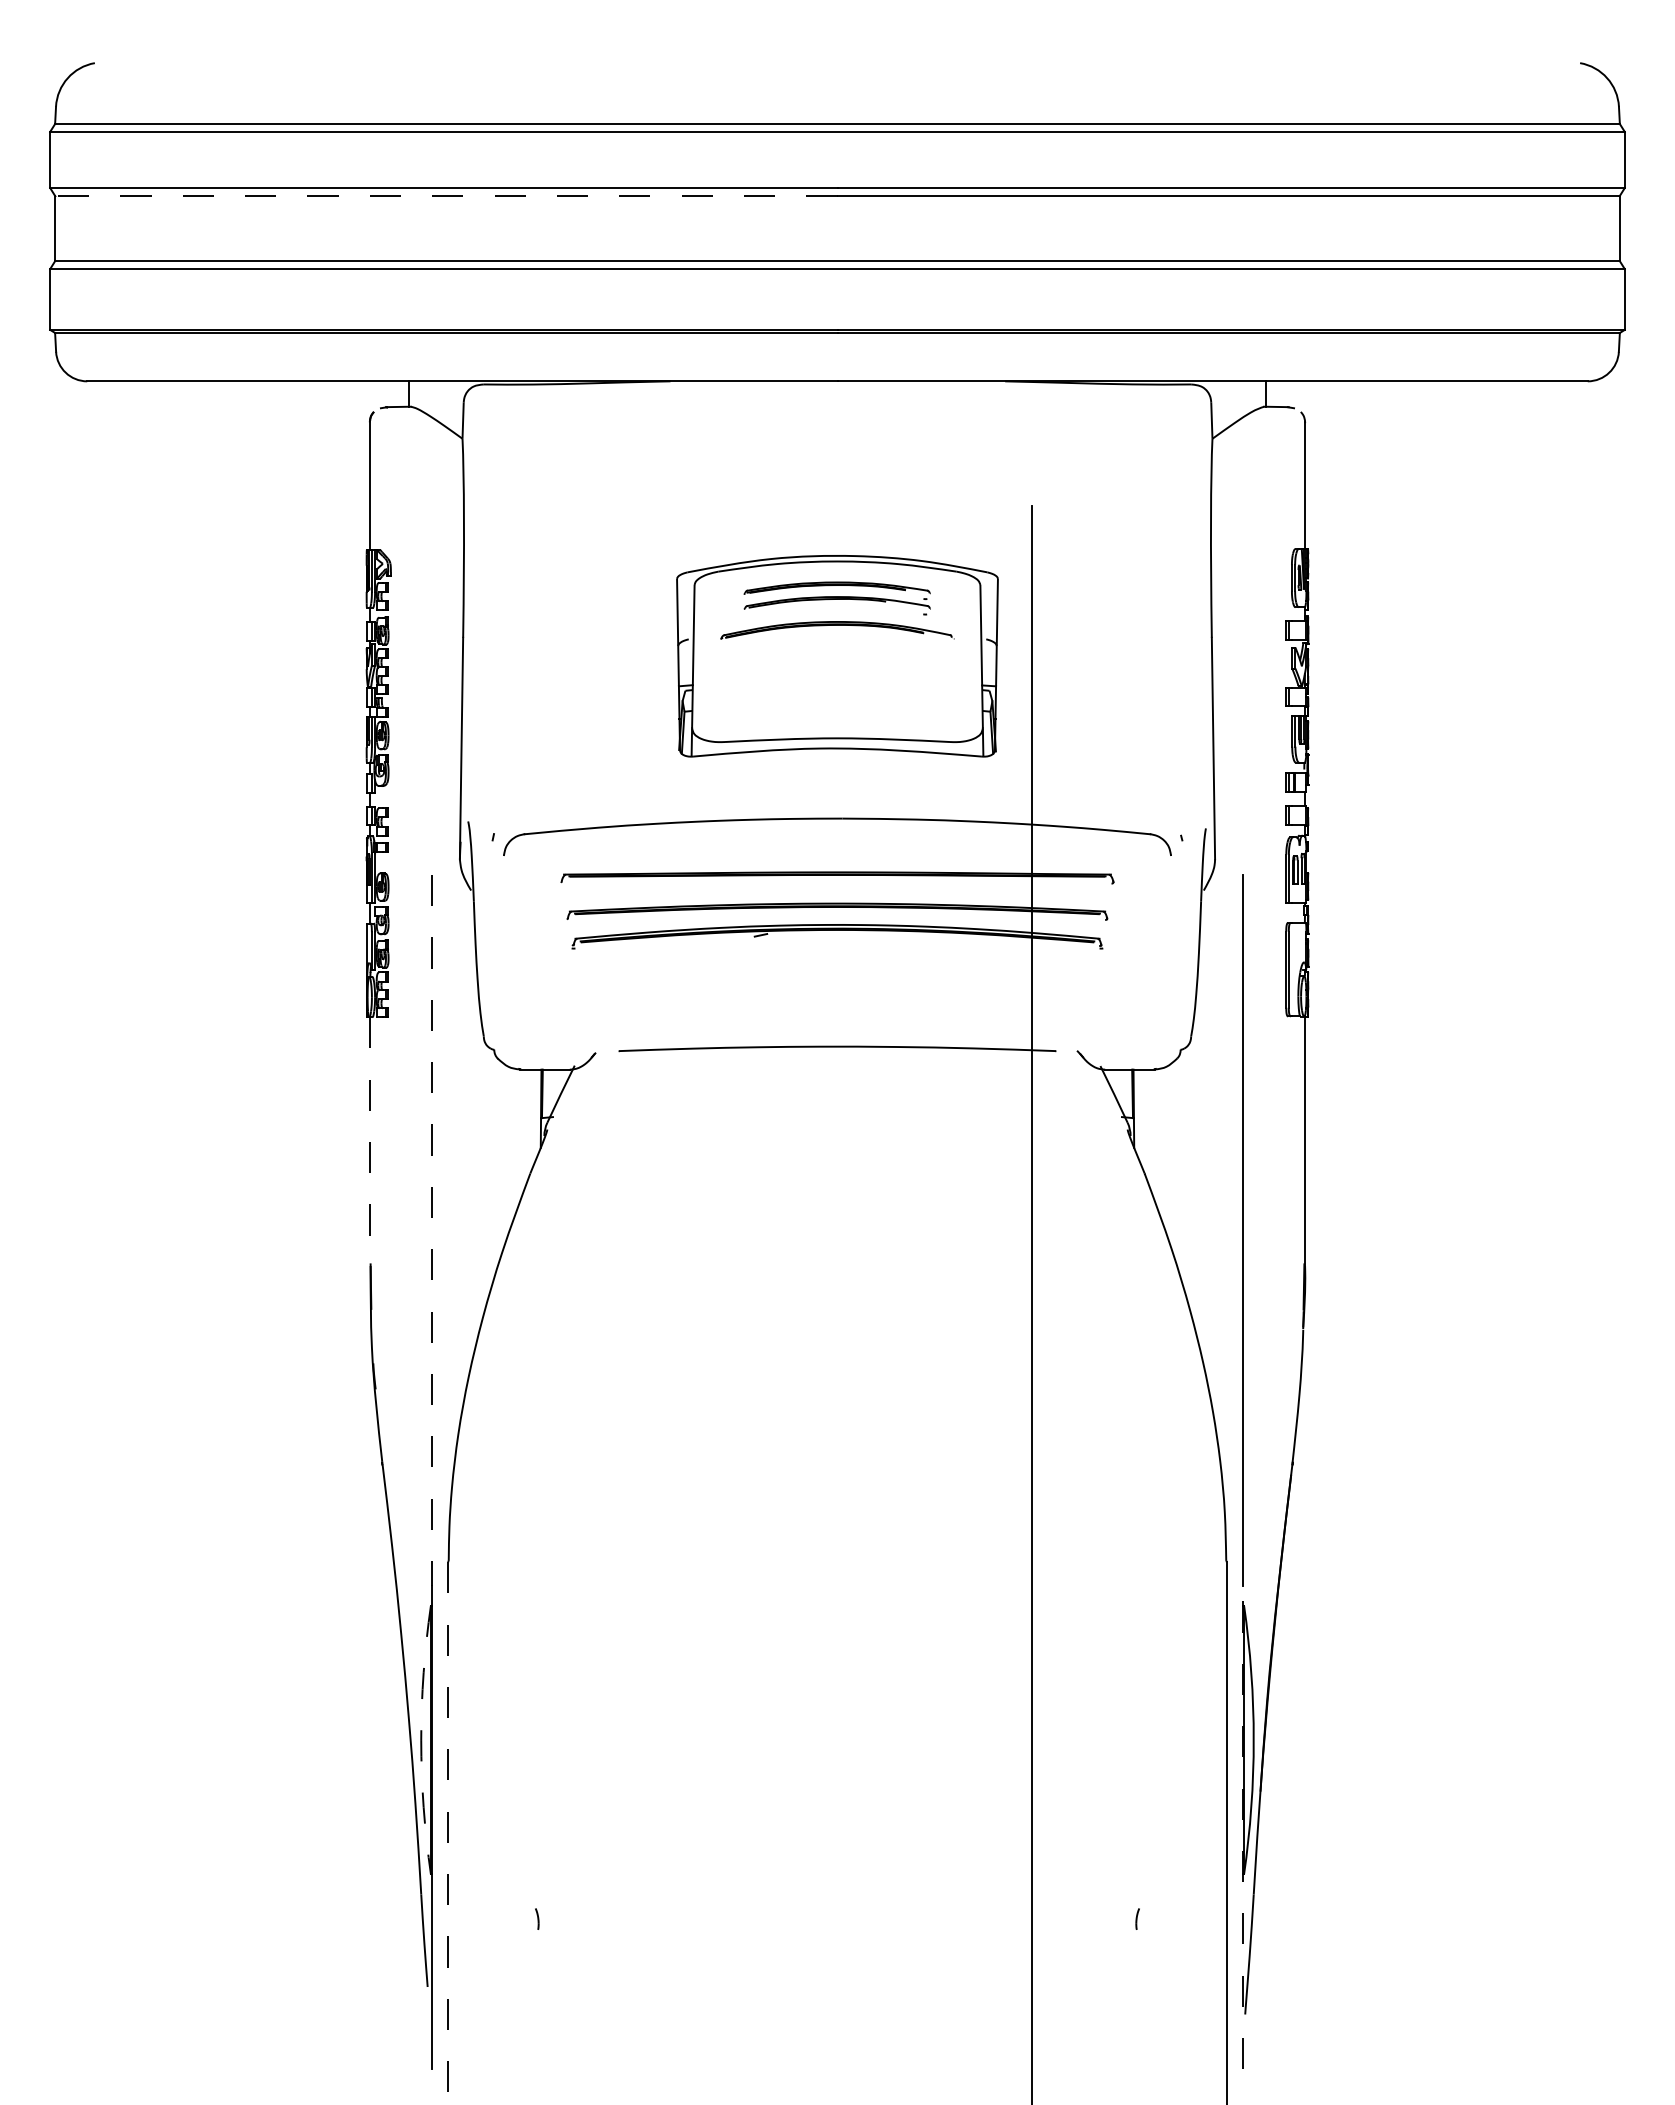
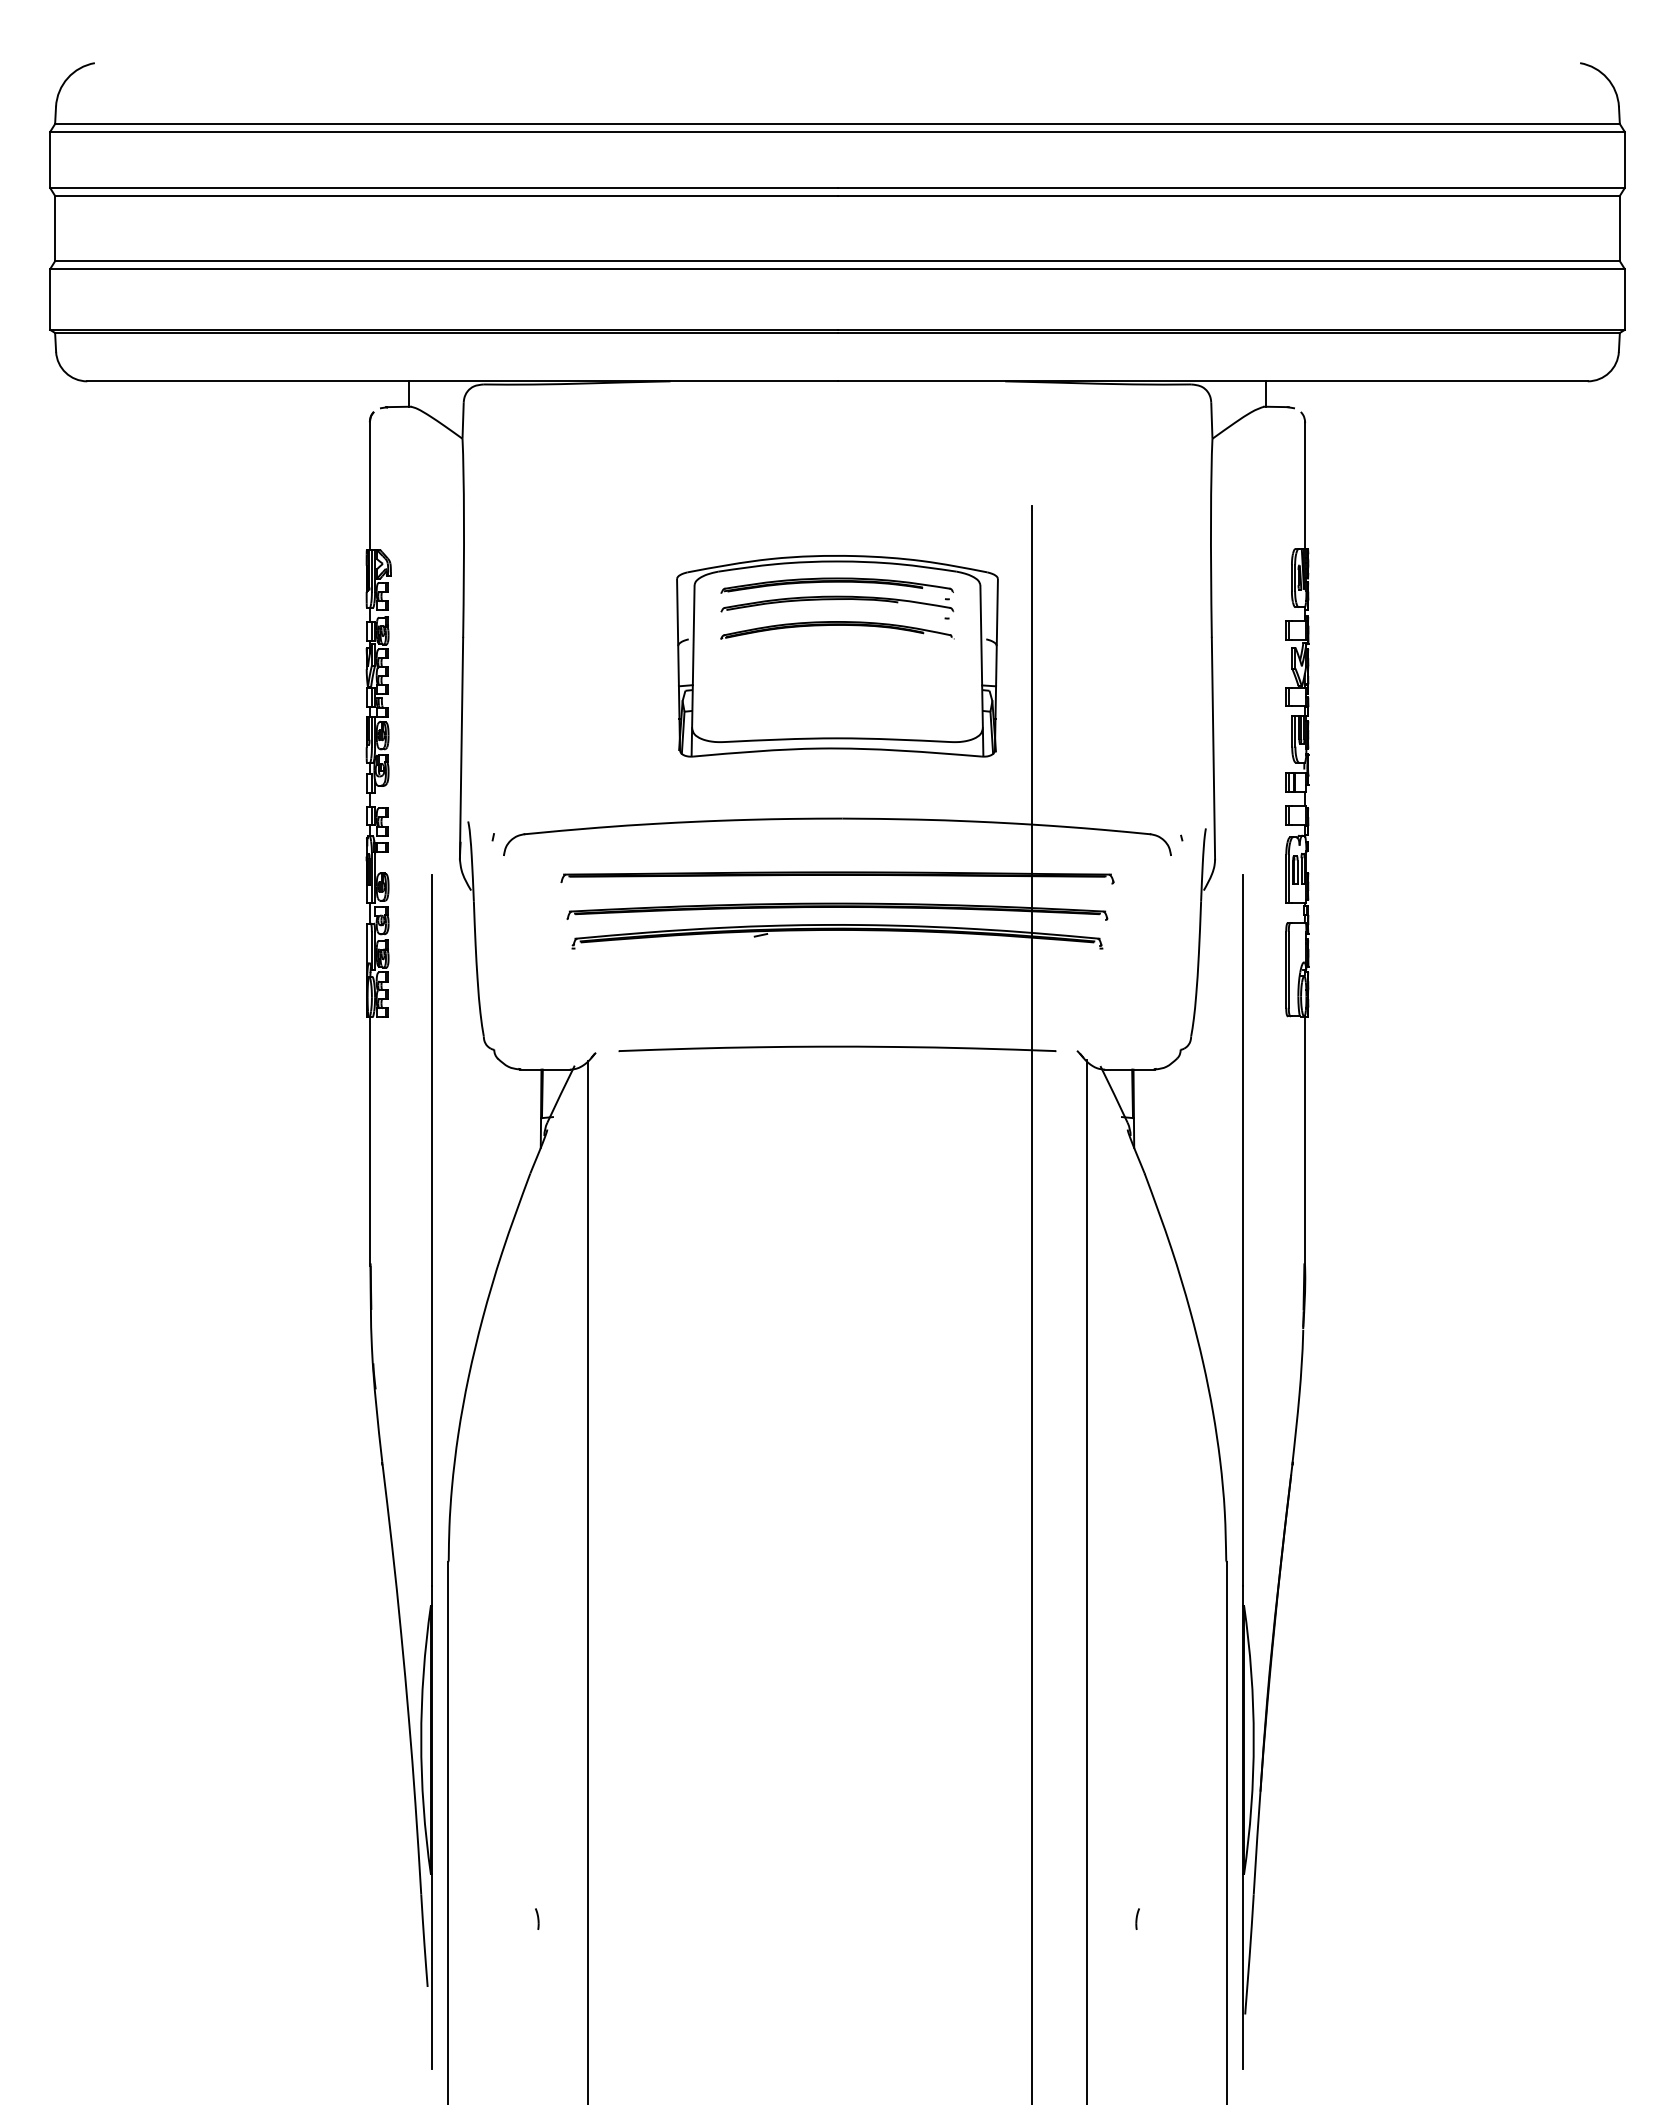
line at (445, 196): dashed -> solid
part at (836, 598) size: 188x35 px -> 235x43 px
line at (369, 1142): dashed -> solid
line at (432, 1230): dashed -> solid
line at (1086, 1580): none -> present
line at (588, 1581): none -> present
arc at (421, 1740): dashed -> solid
line at (1242, 1827): dashed -> solid
line at (448, 1834): dashed -> solid
